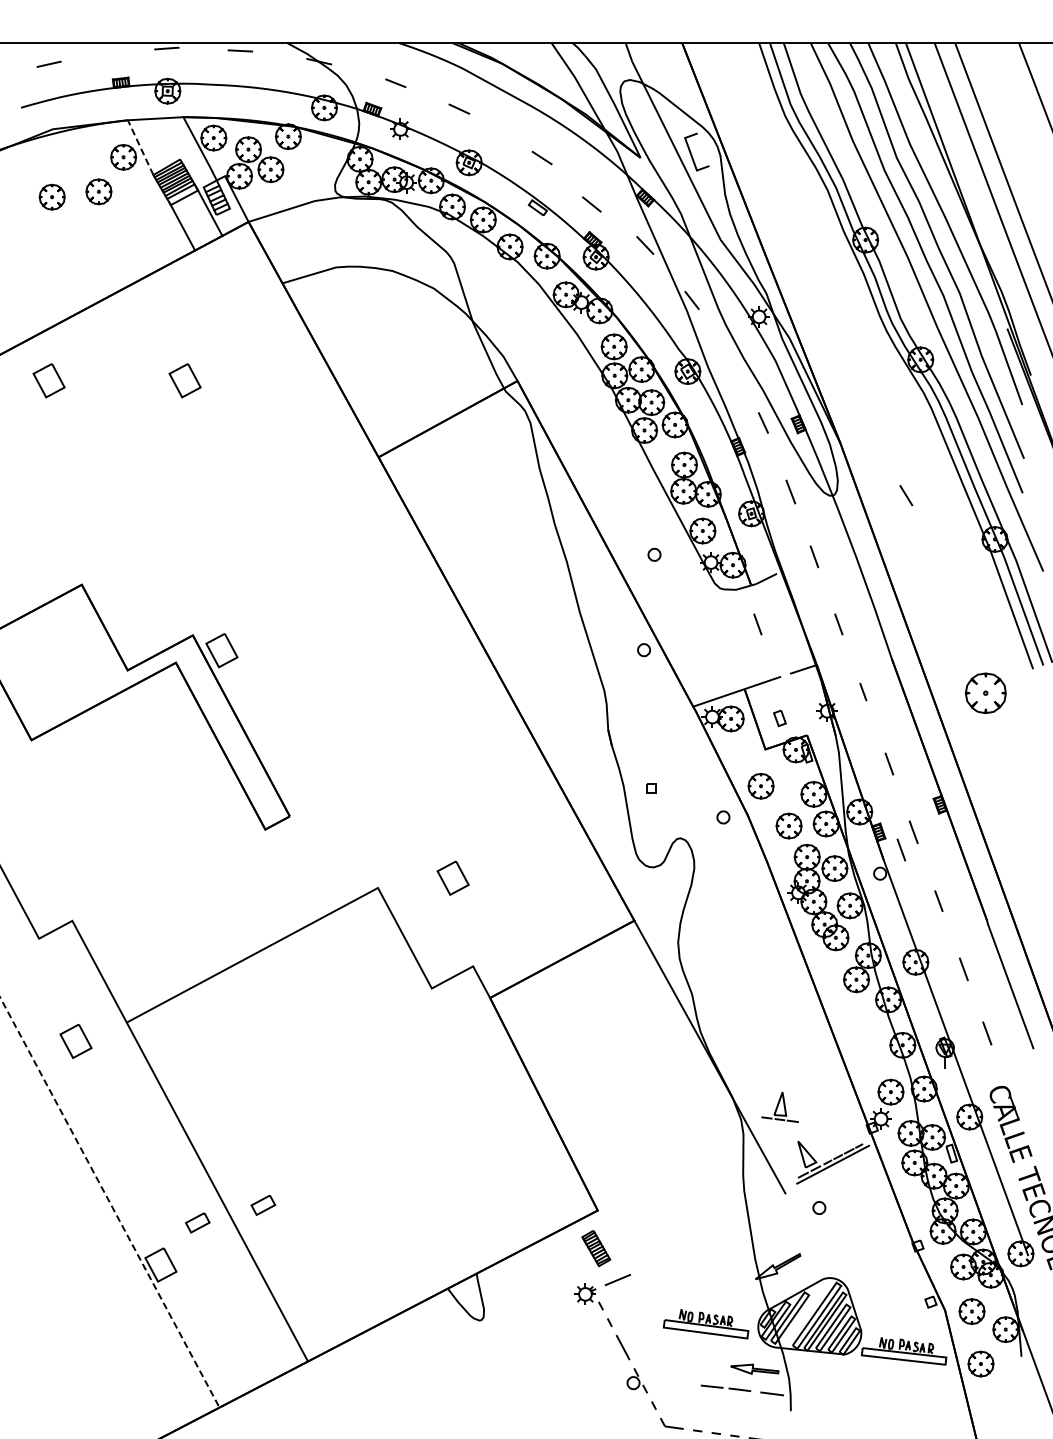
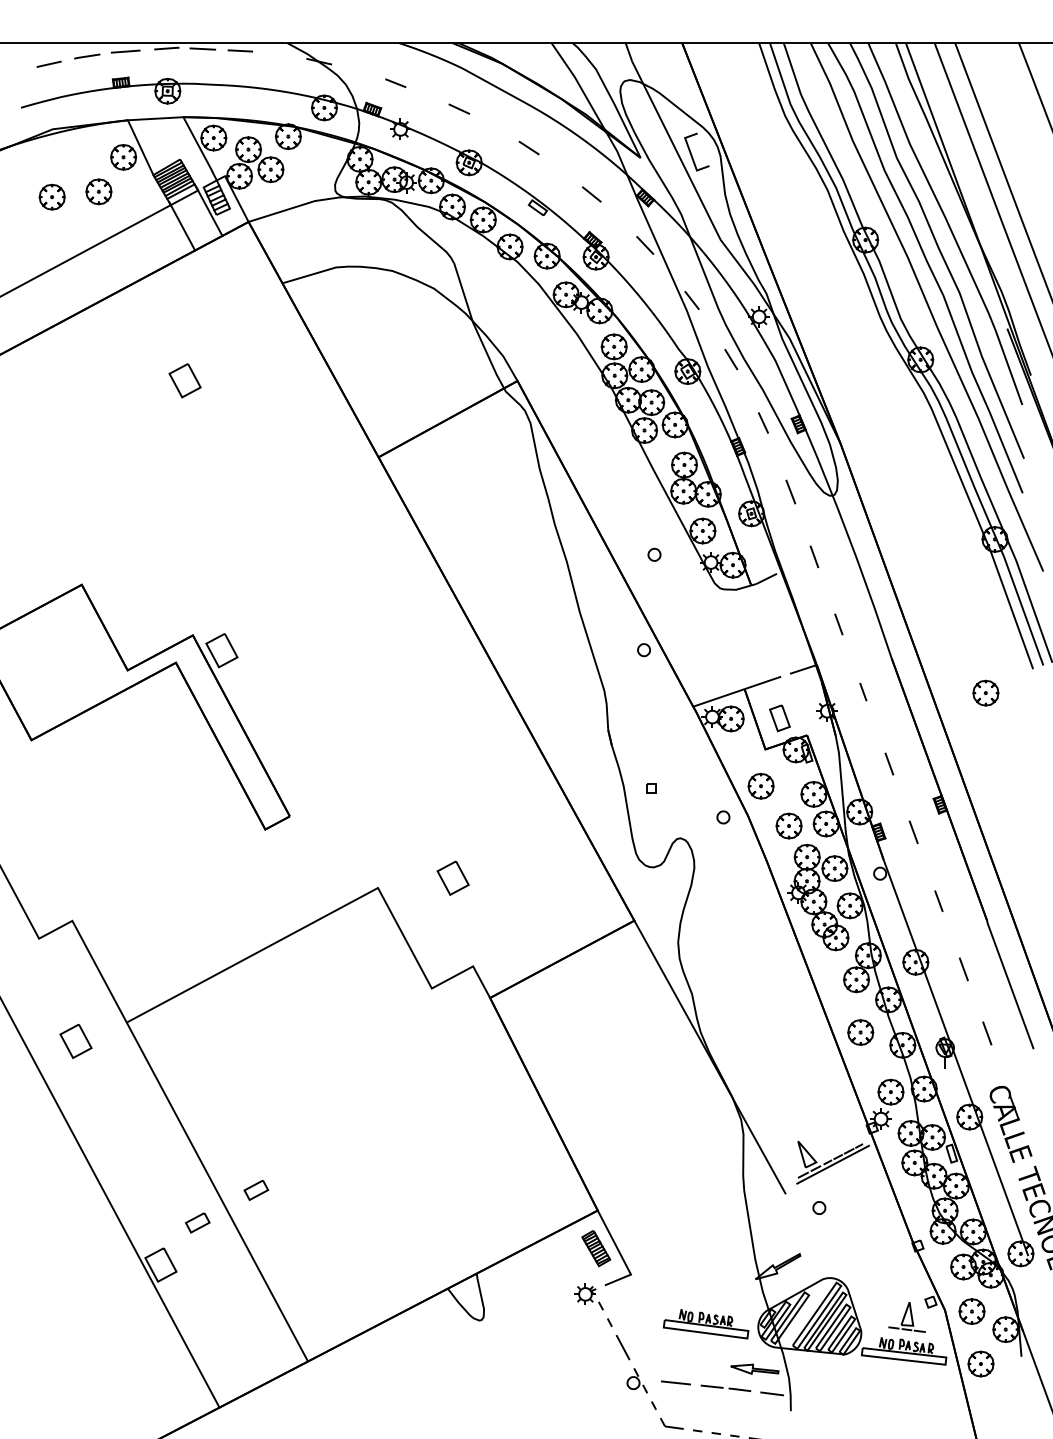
line at (202, 48): none -> present
line at (125, 51): none -> present
line at (87, 56): none -> present
line at (140, 147): dashed -> solid
line at (541, 157) position: (541, 157) -> (528, 147)
line at (591, 204) position: (591, 204) -> (591, 194)
line at (86, 250): none -> present
part at (48, 380): present -> none
line at (906, 495) position: (906, 495) -> (731, 359)
line at (757, 624): present -> none
part at (985, 692) size: 43x42 px -> 28x28 px
part at (779, 718) size: 14x19 px -> 22x29 px
line at (901, 849): present -> none
part at (860, 1032): none -> present
part at (779, 1107) position: (779, 1107) -> (906, 1317)
line at (110, 1203): dashed -> solid
part at (263, 1204) position: (263, 1204) -> (256, 1189)
line at (614, 1242): none -> present
line at (675, 1382): none -> present
